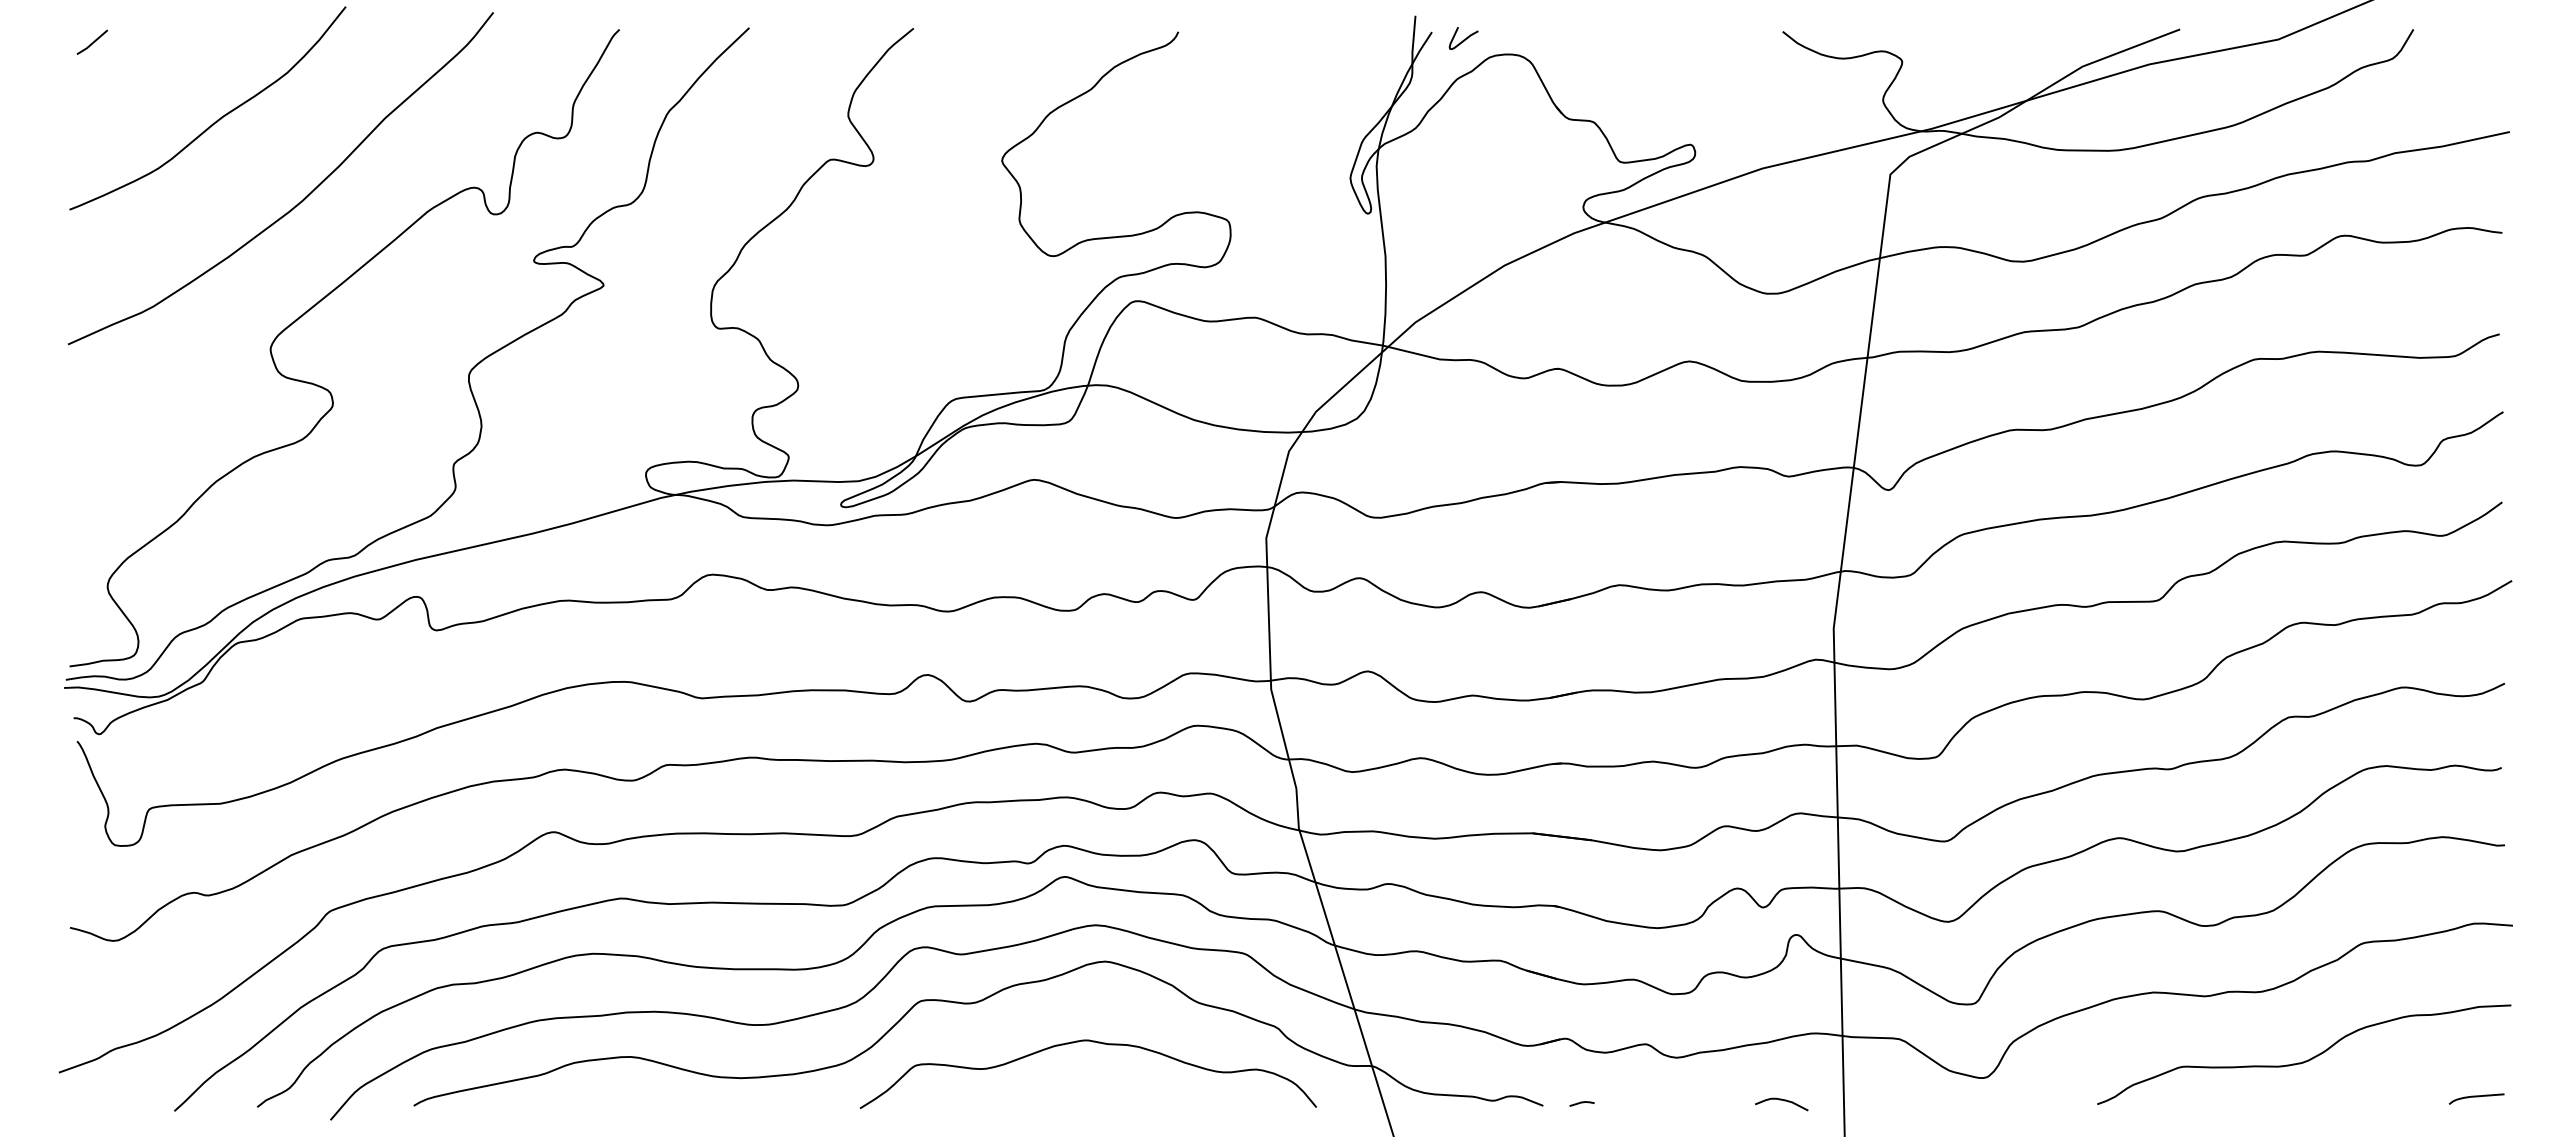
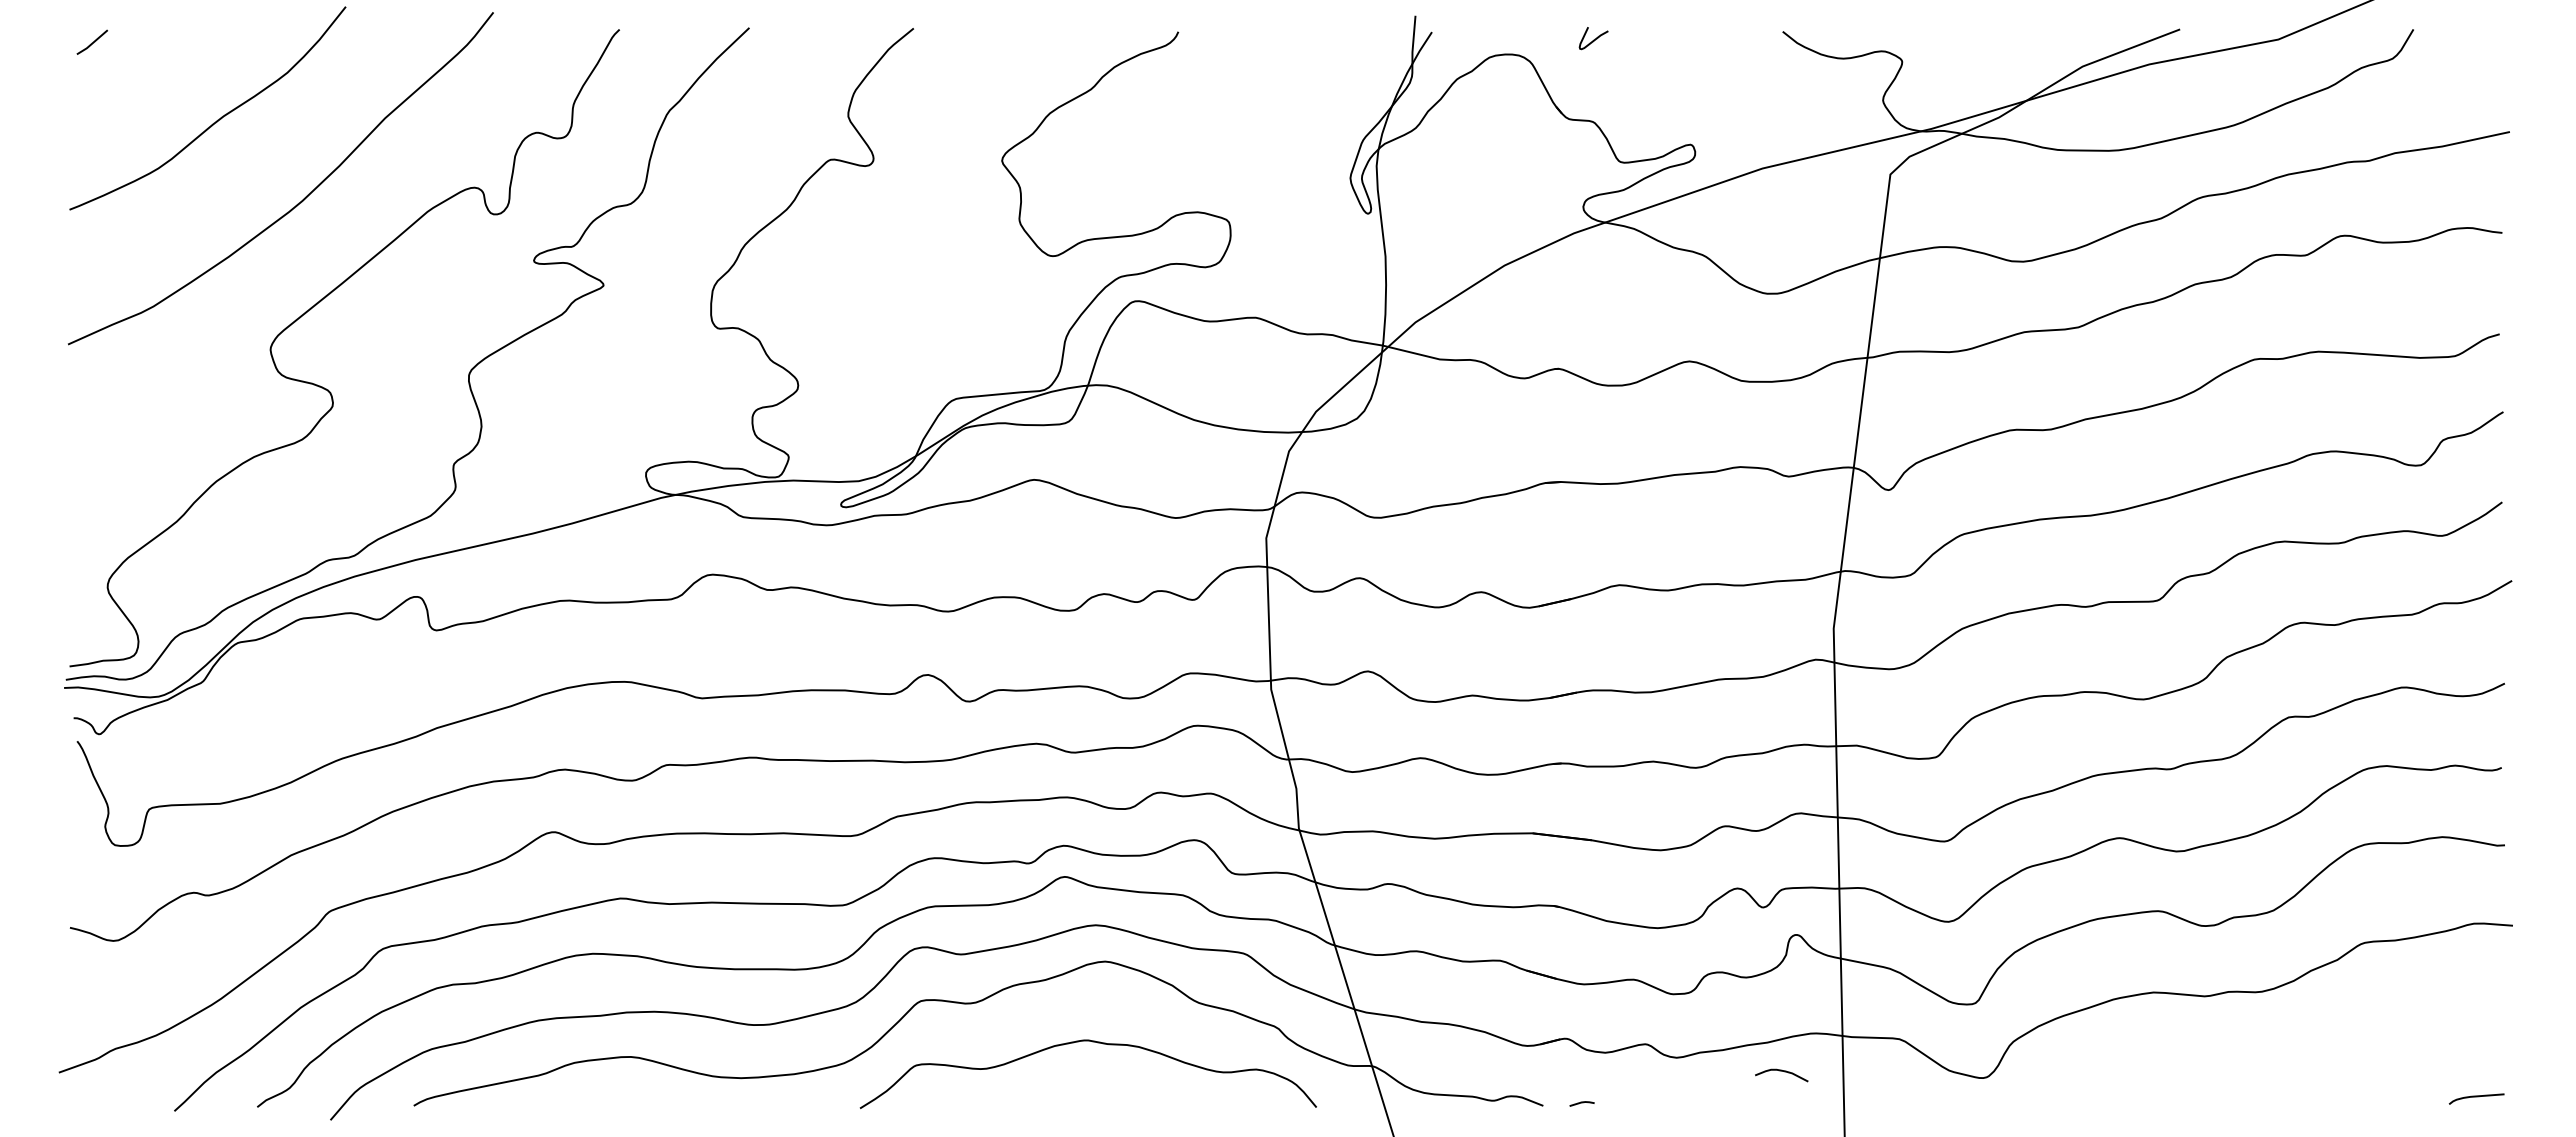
curve at (1463, 39) position: (1463, 39) -> (1593, 39)
curve at (2305, 1060): present -> none
curve at (1781, 1100) position: (1781, 1100) -> (1781, 1071)
